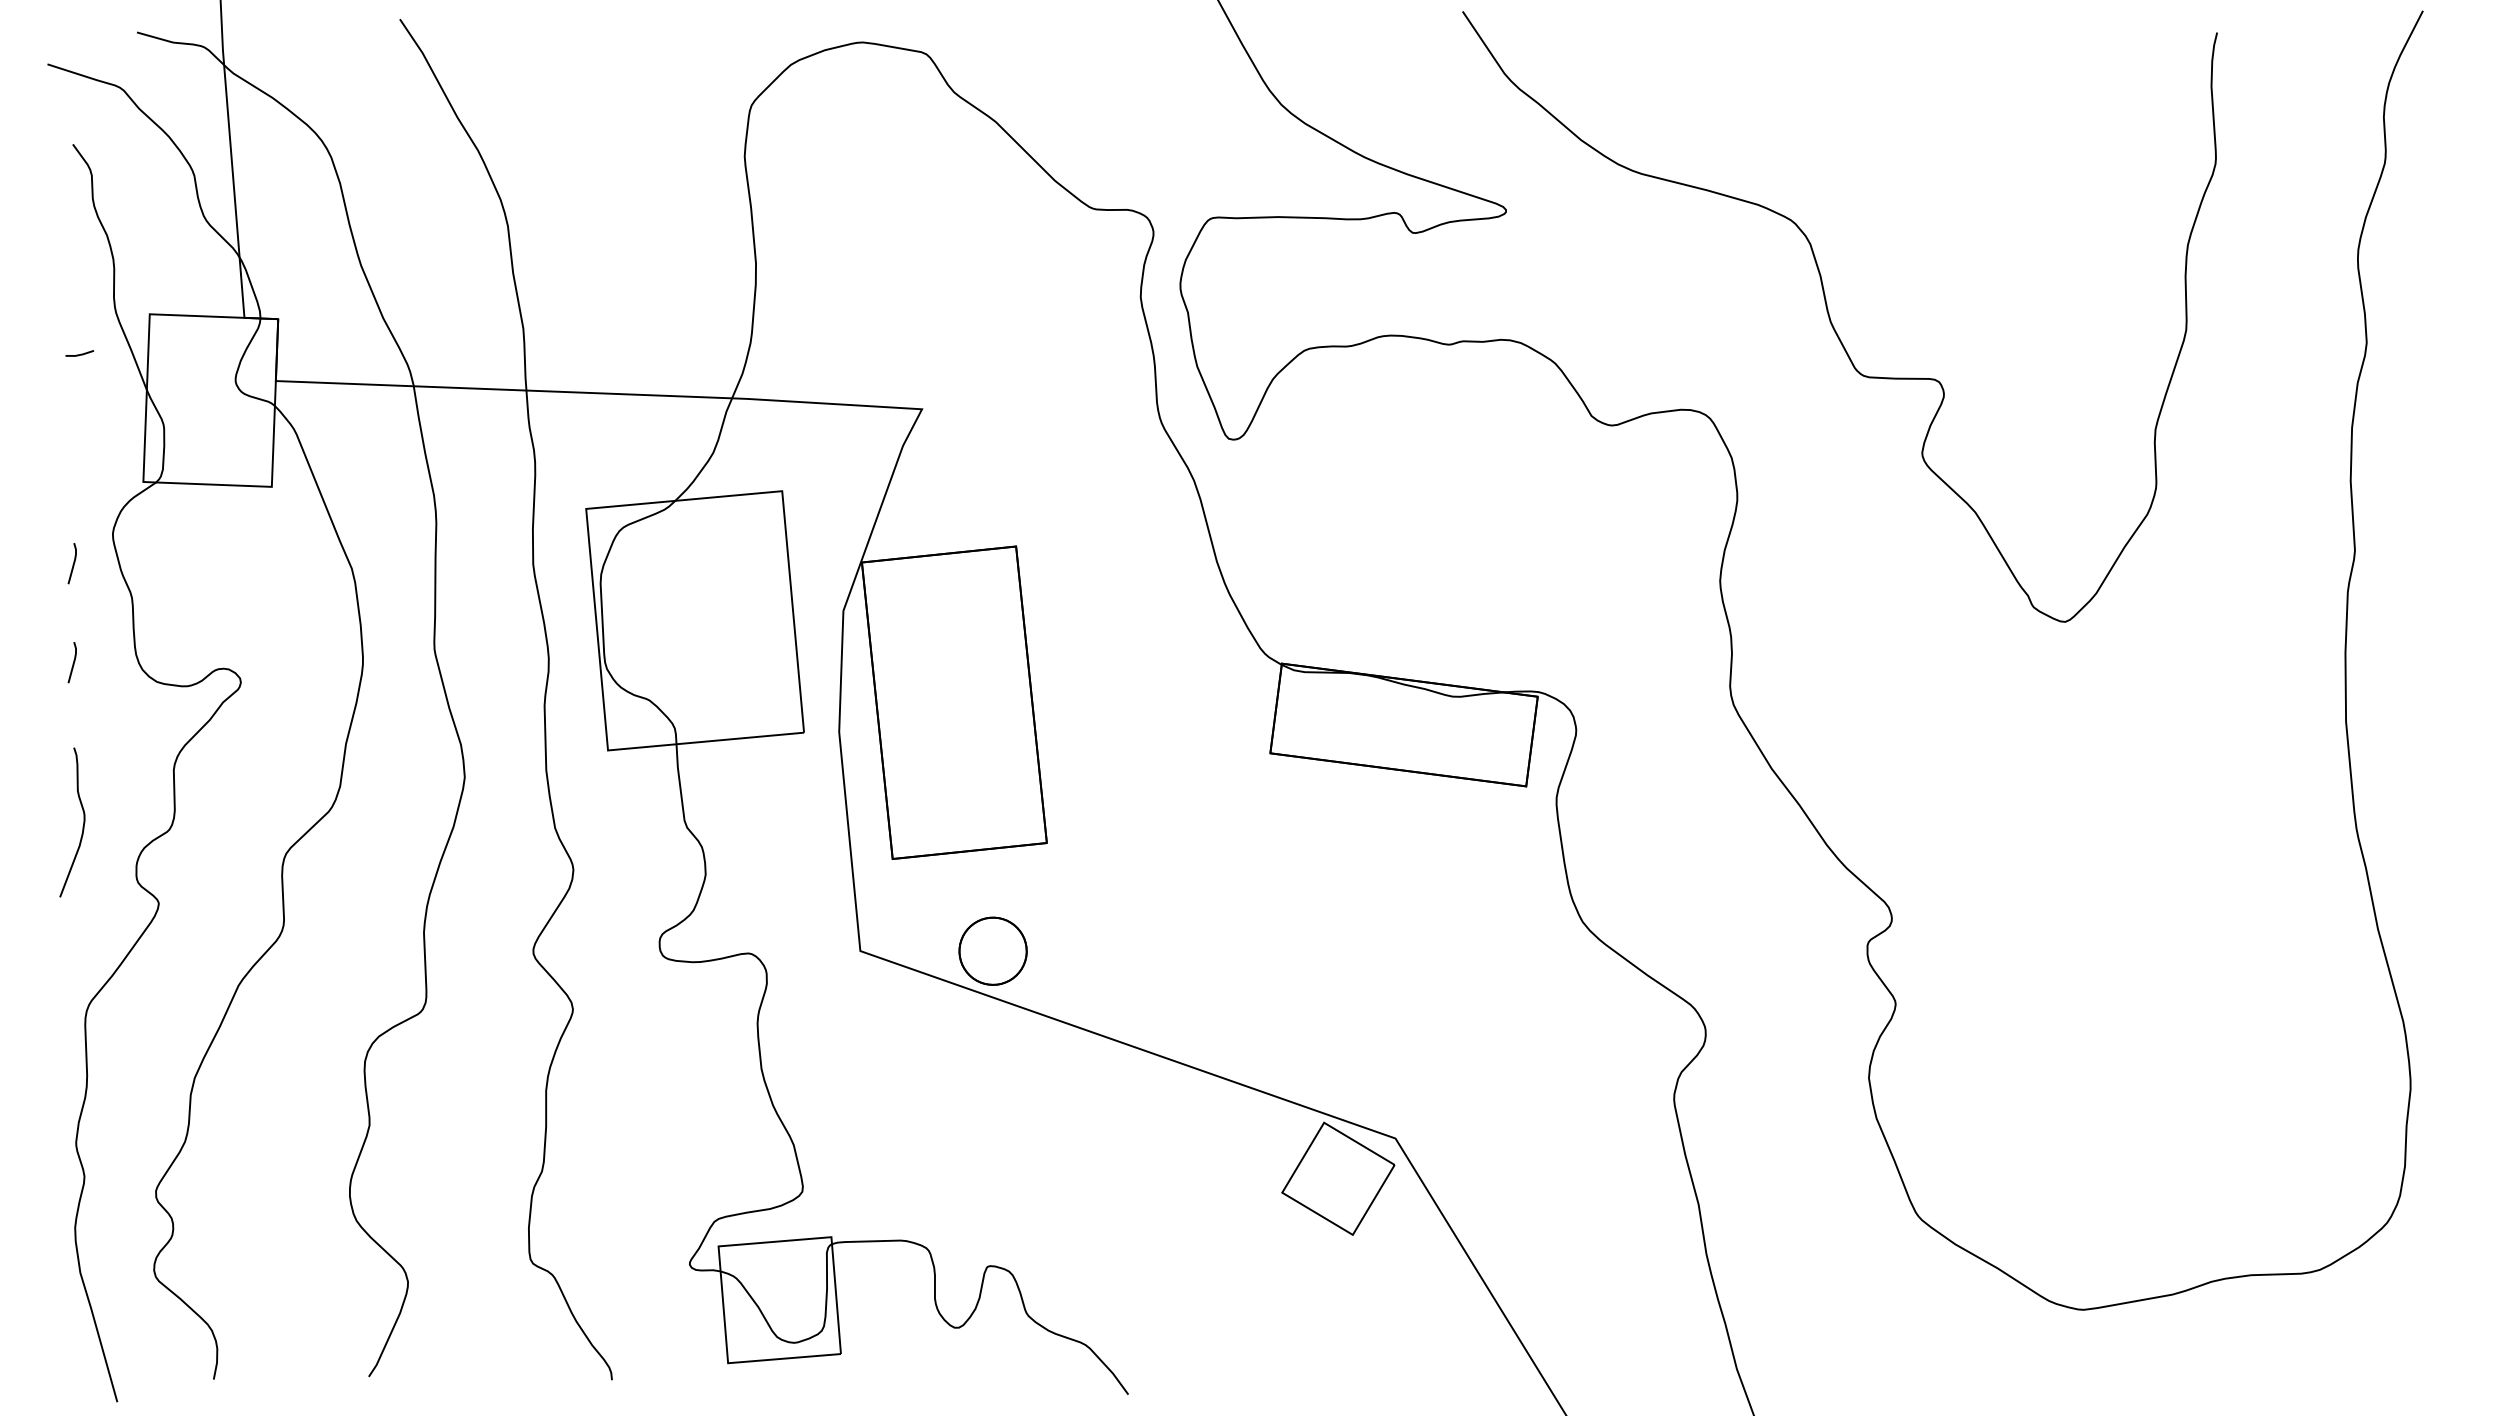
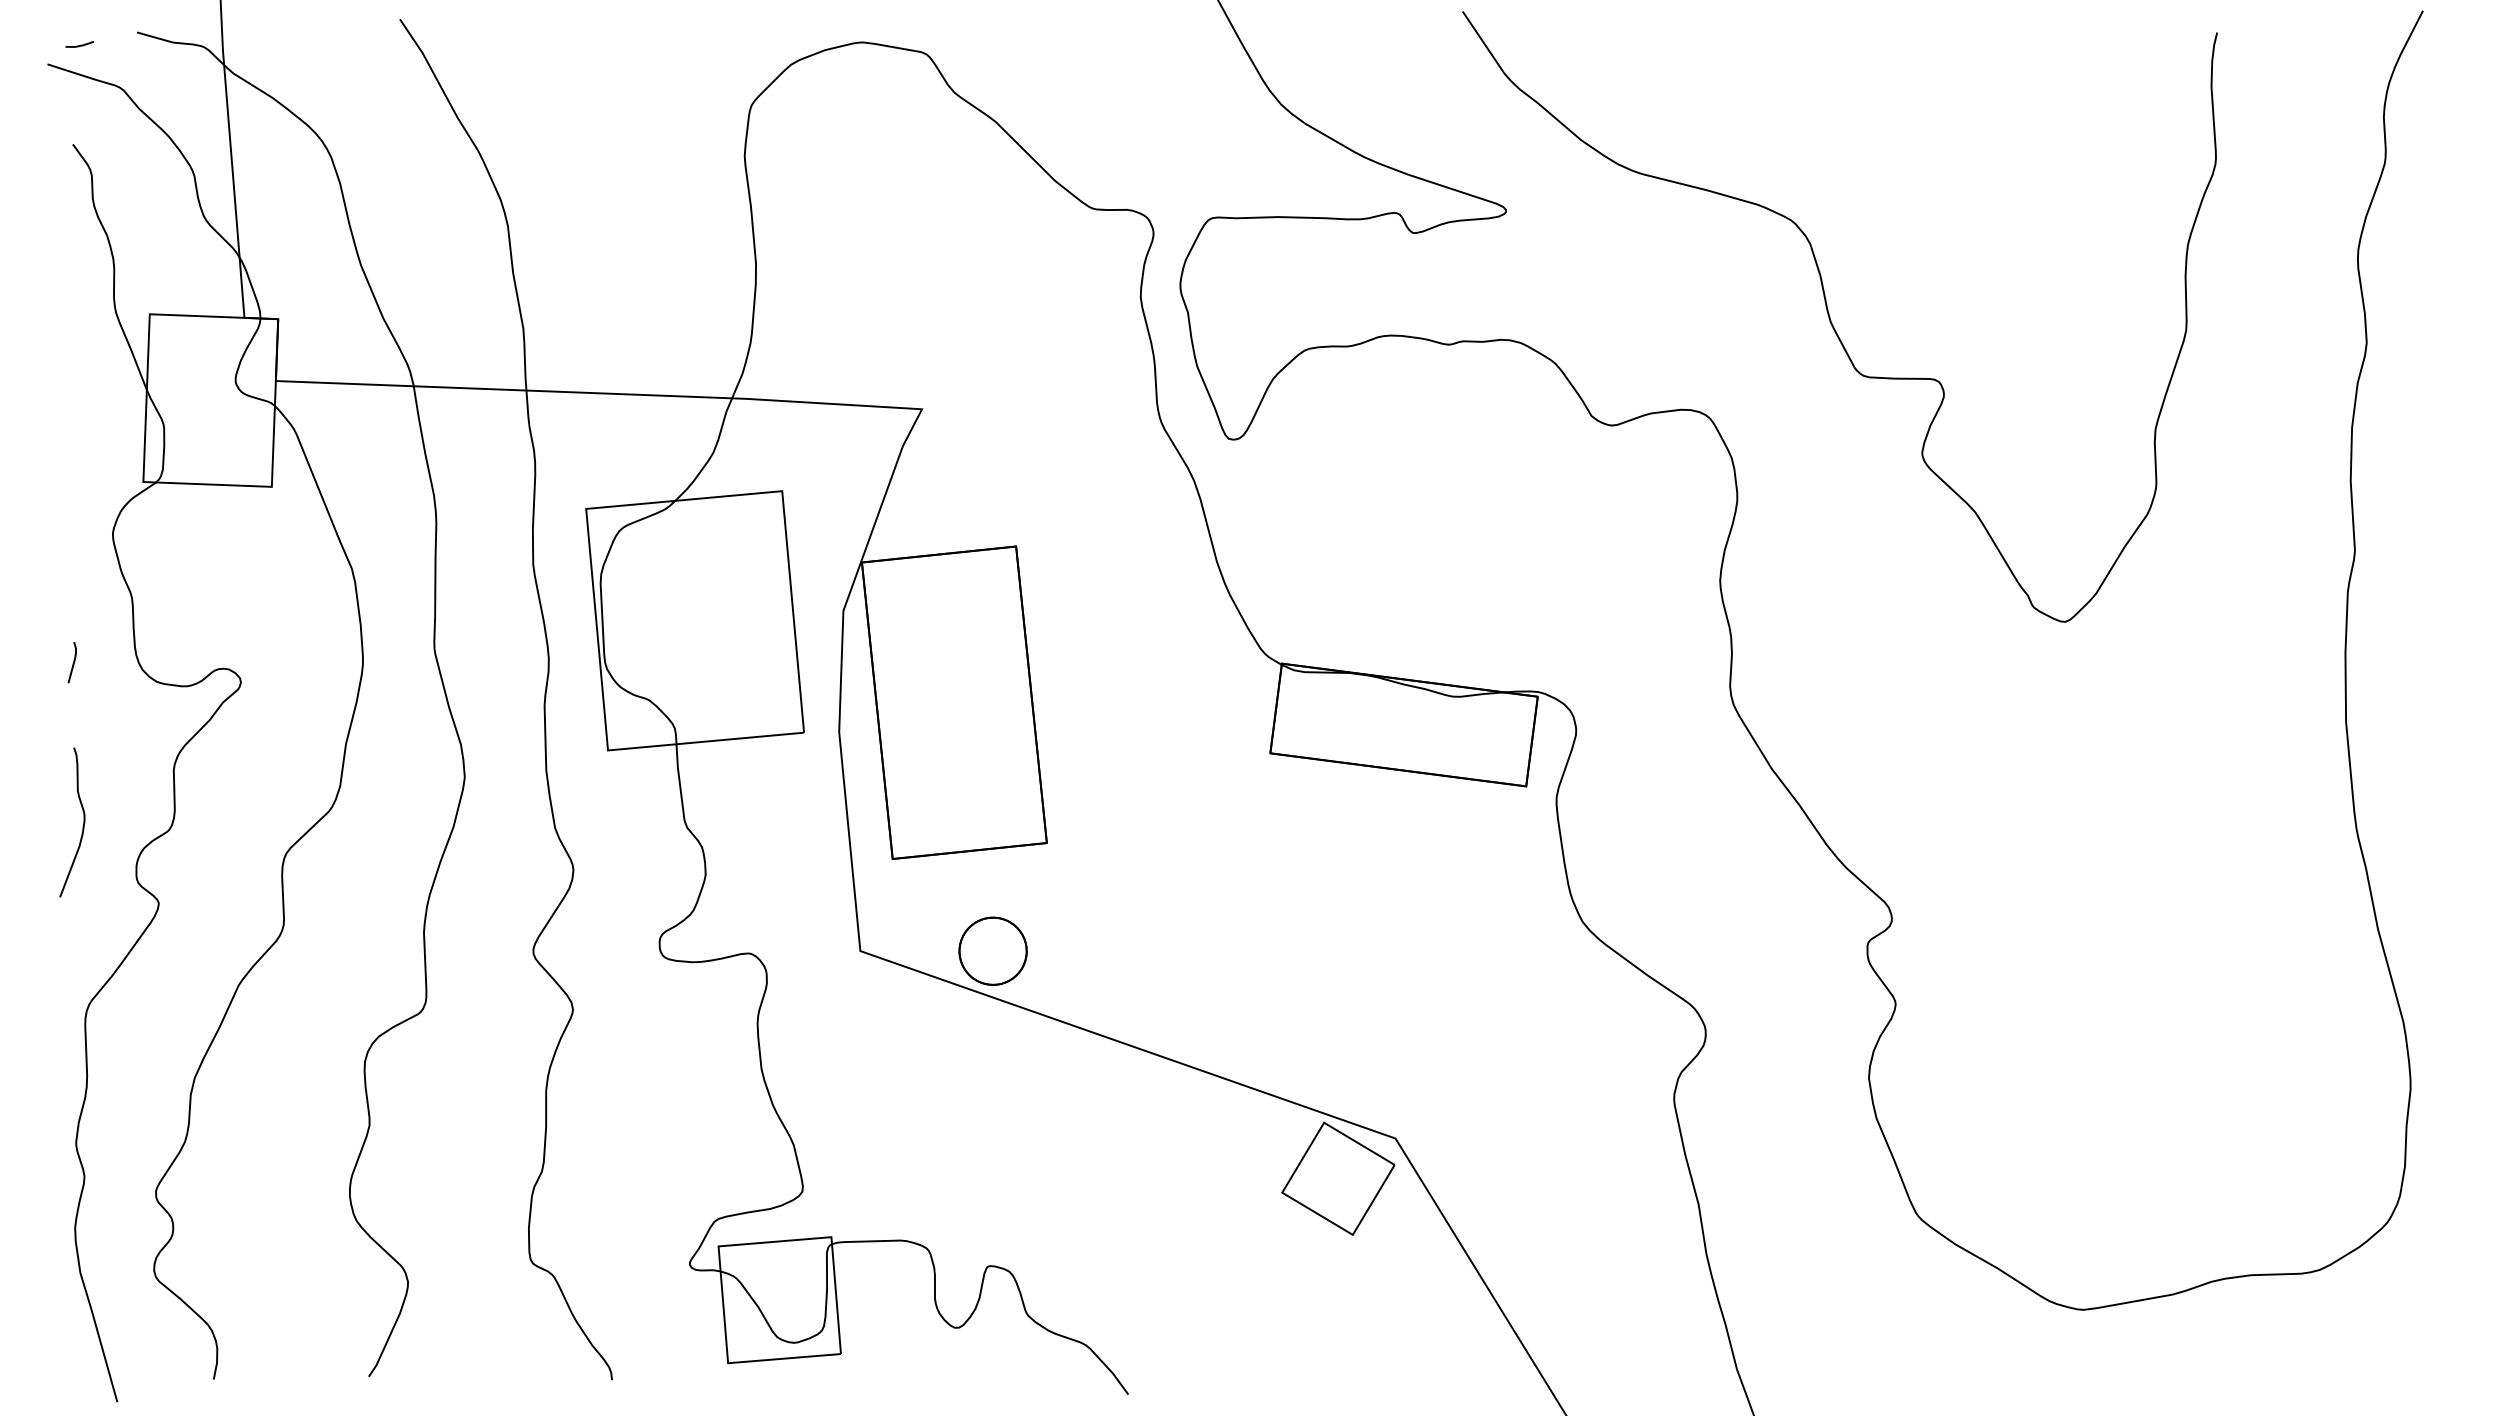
line at (79, 354) position: (79, 354) -> (79, 45)
line at (72, 564): present -> none
